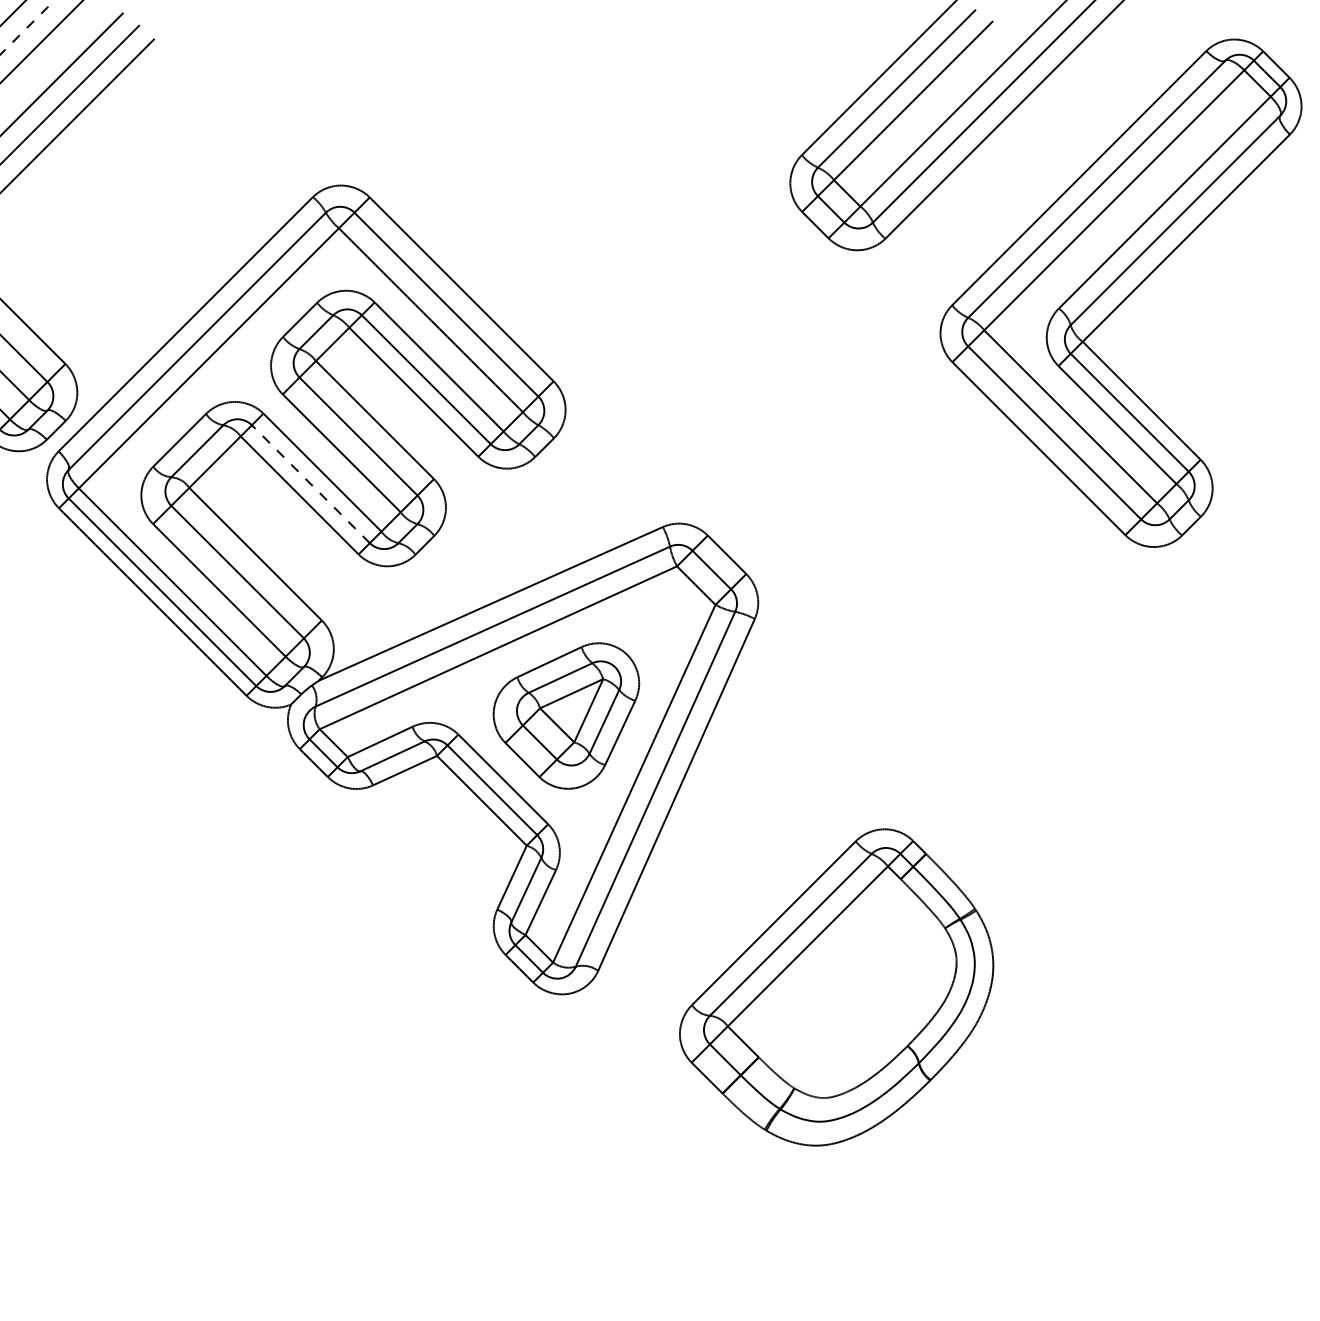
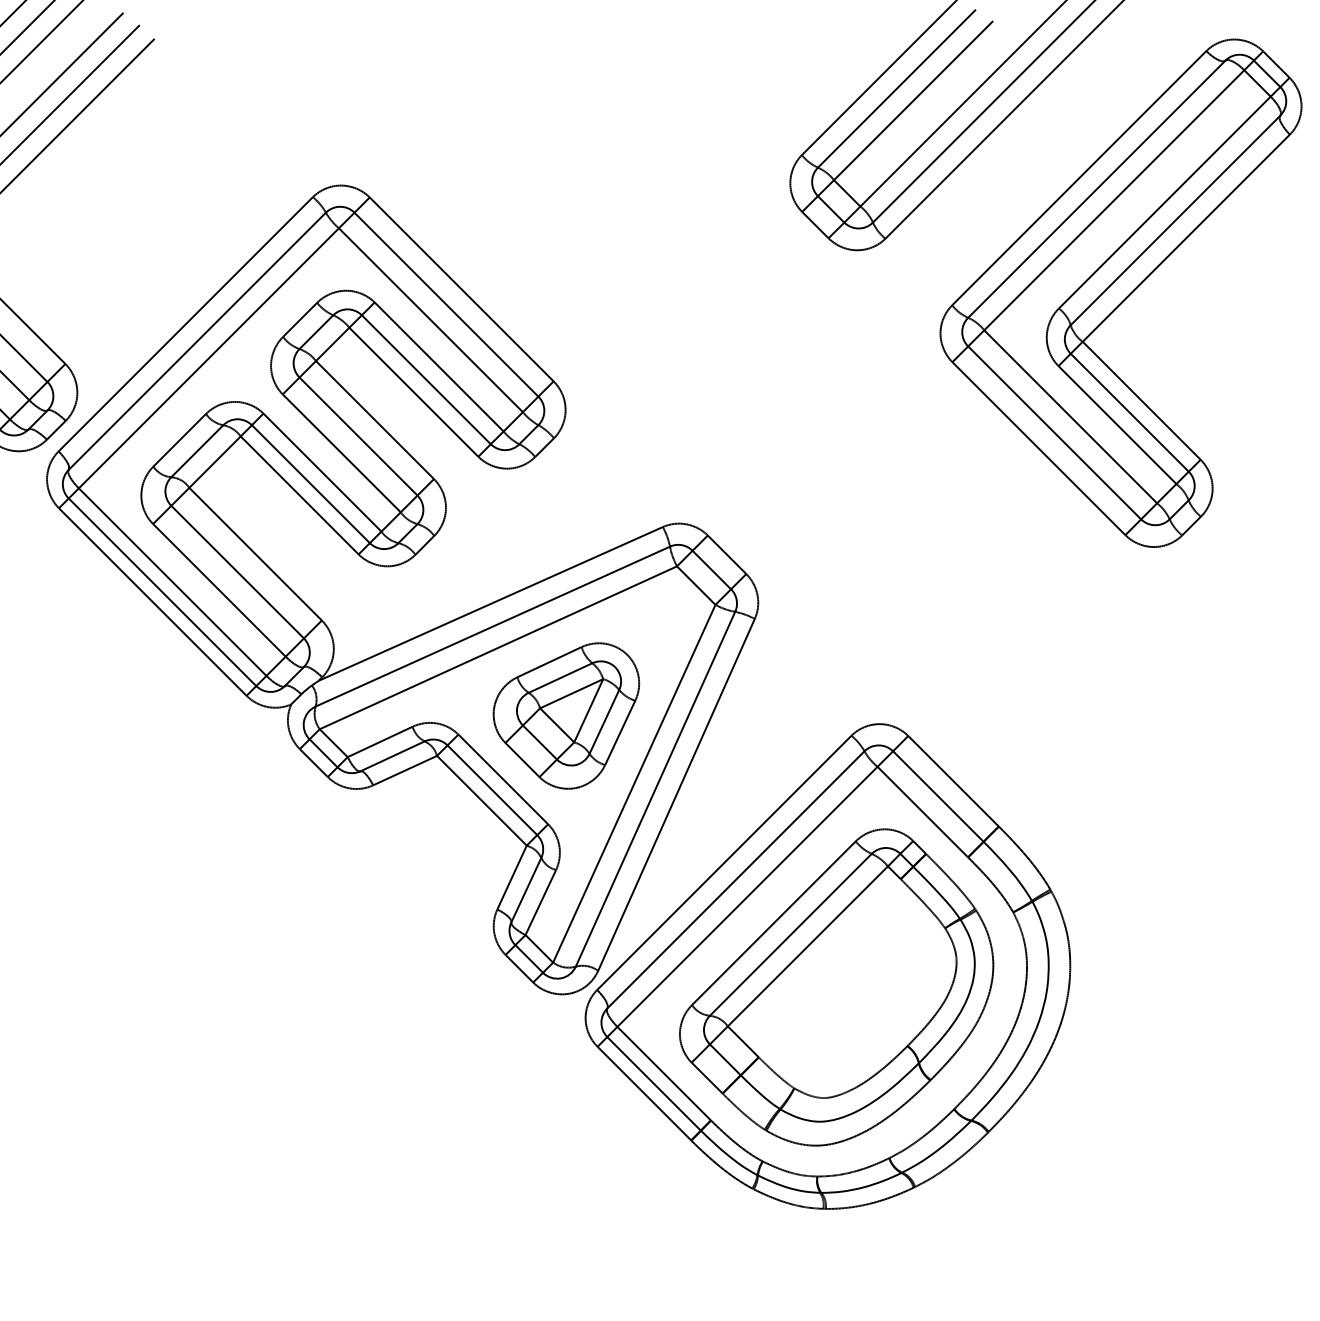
line at (27, 27): dashed -> solid
line at (310, 483): dashed -> solid
part at (827, 966): none -> present
